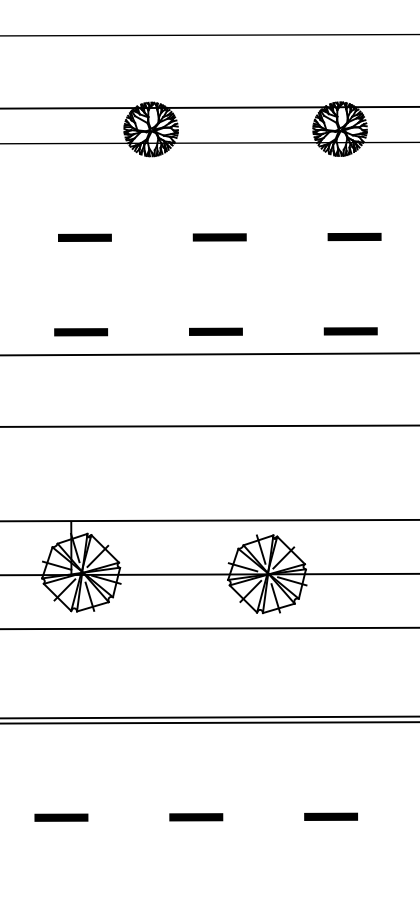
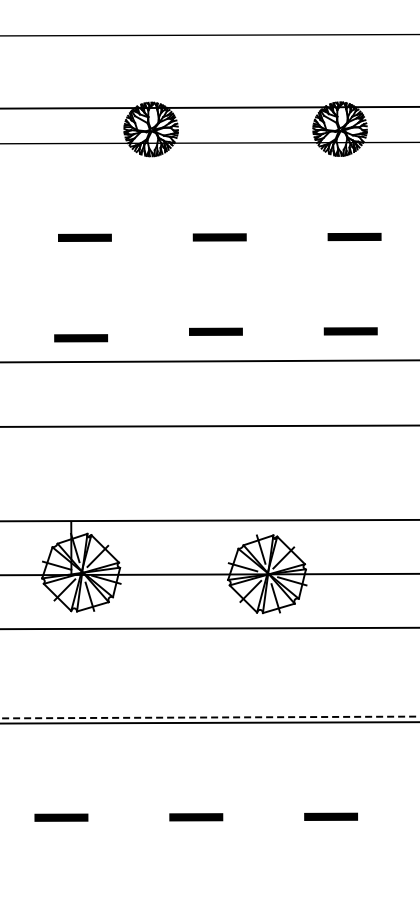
part at (80, 332) position: (80, 332) -> (80, 338)
line at (209, 354) position: (209, 354) -> (209, 361)
line at (210, 717): solid -> dashed
